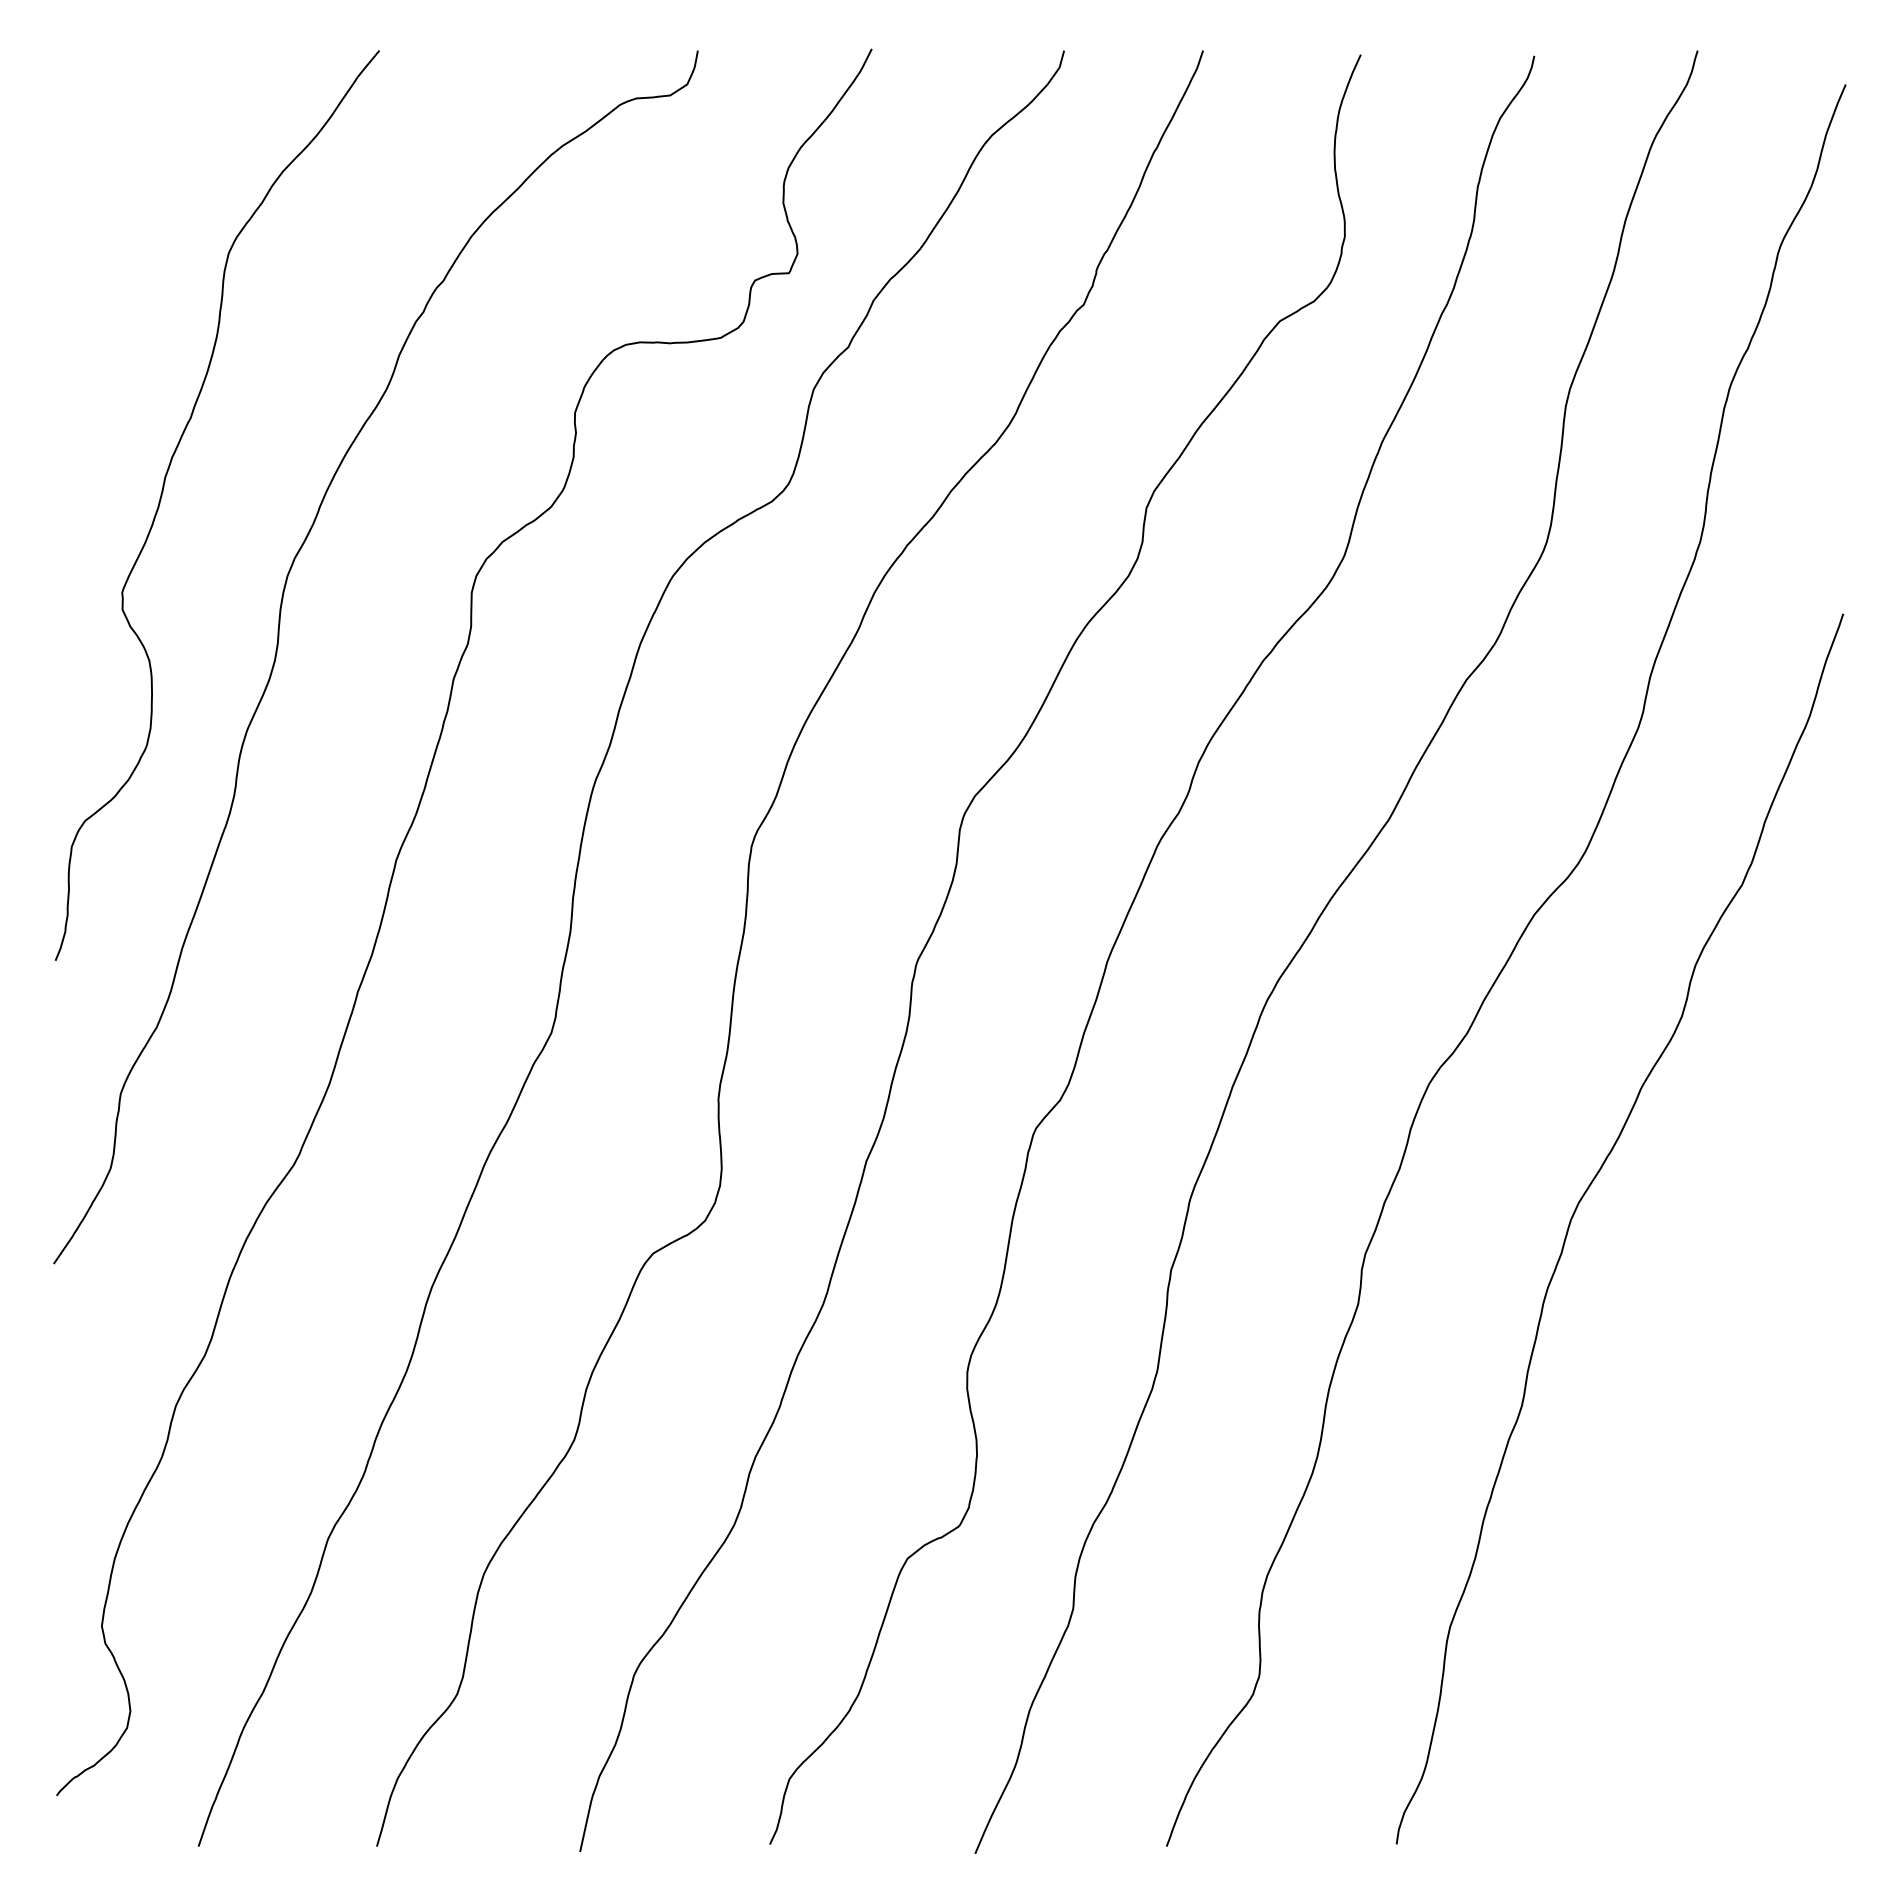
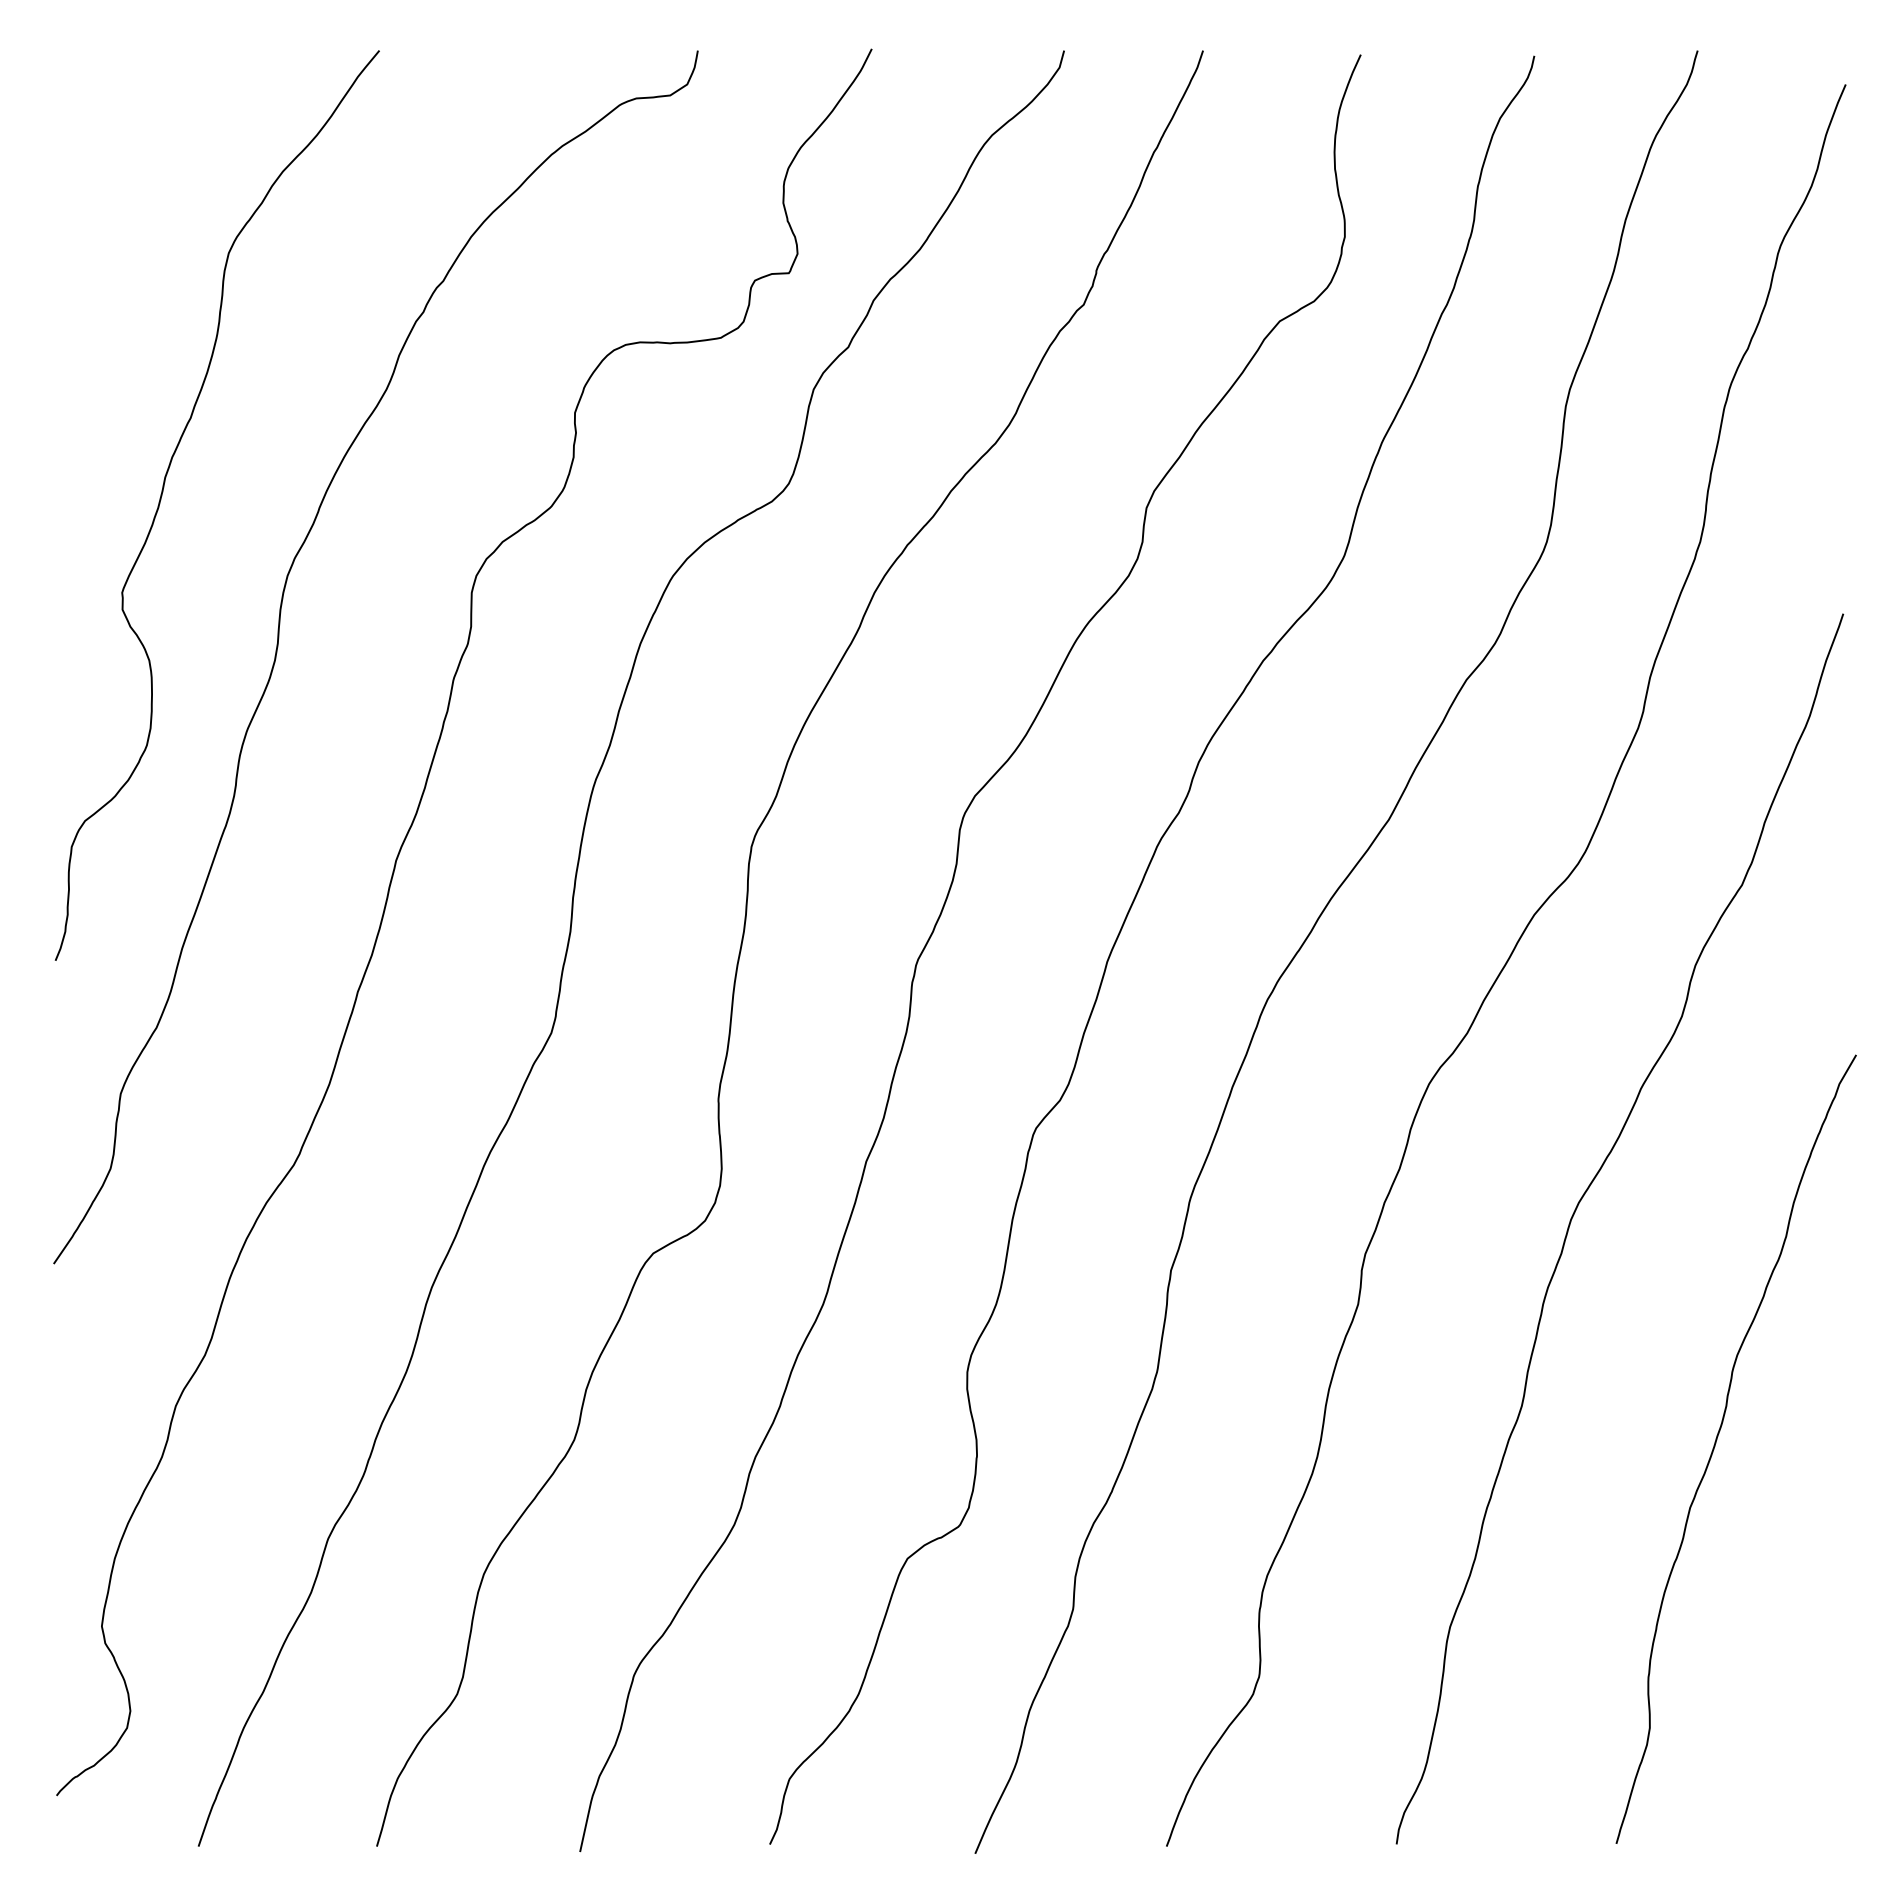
curve at (1716, 1443): none -> present
